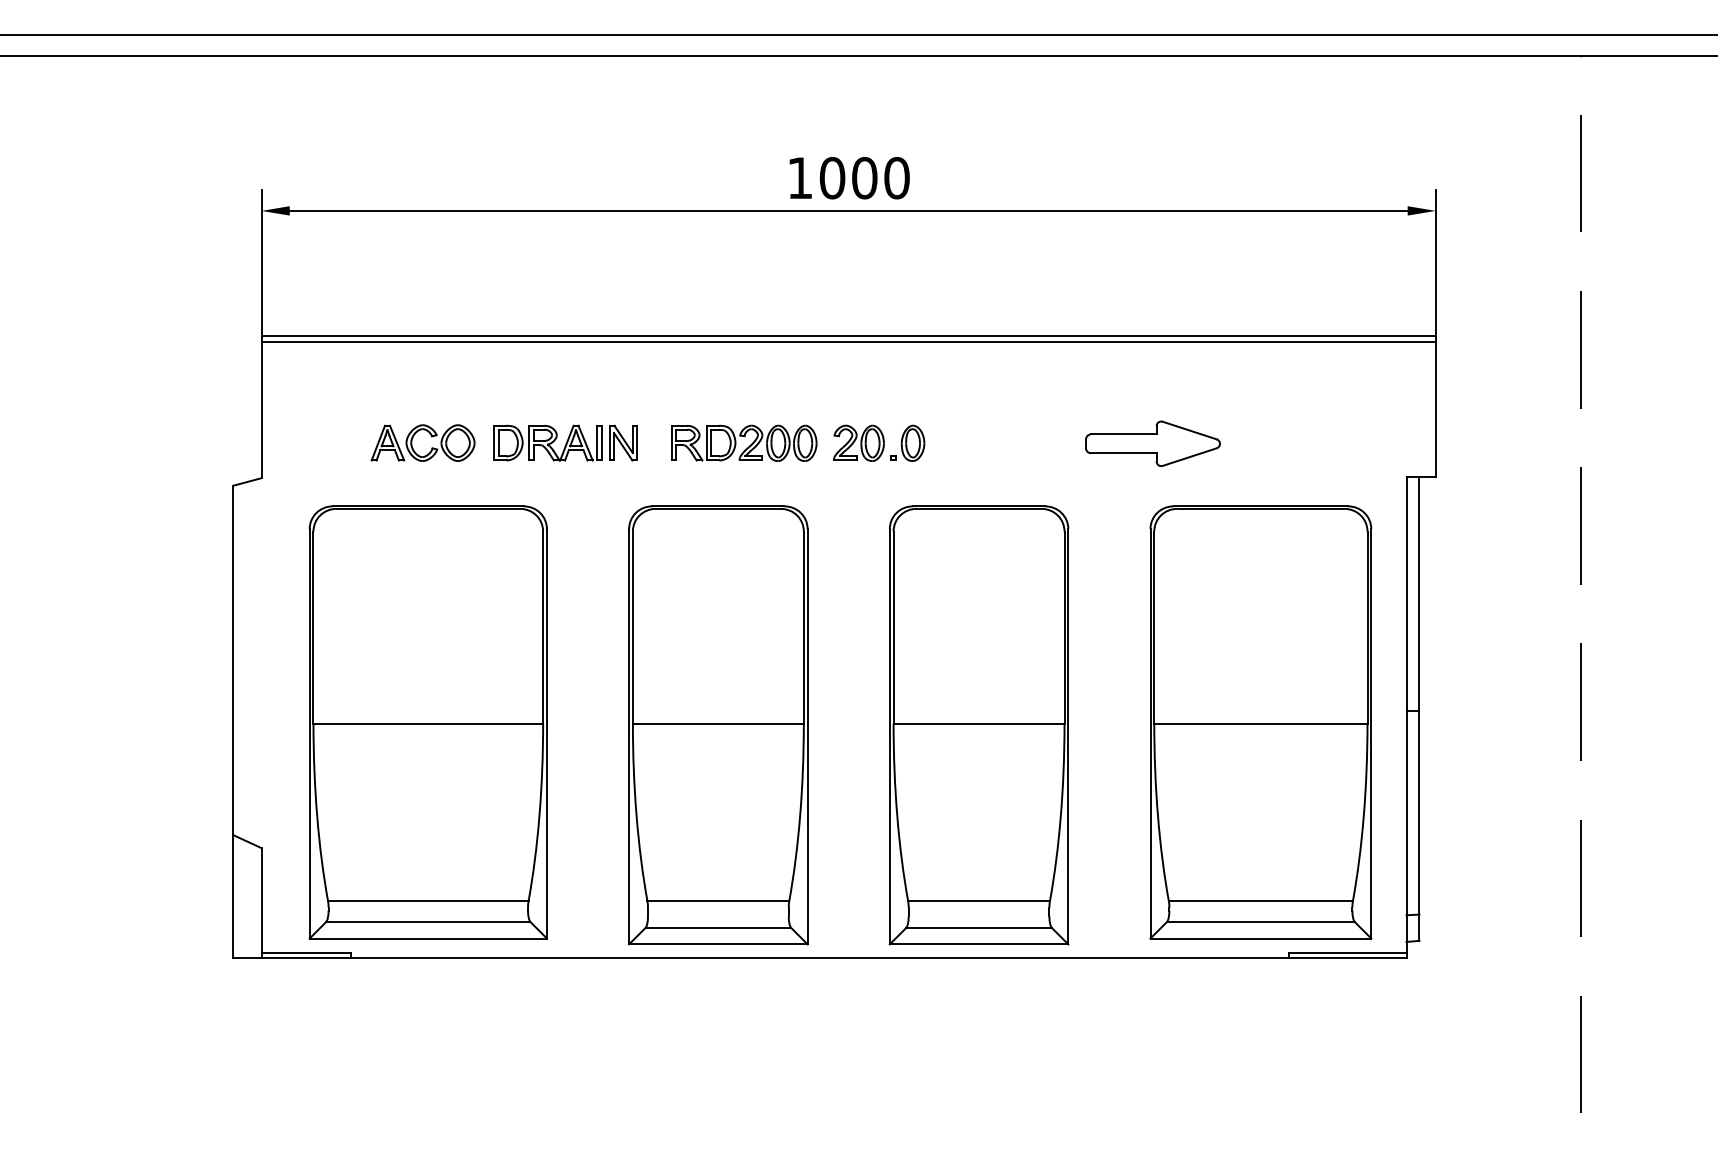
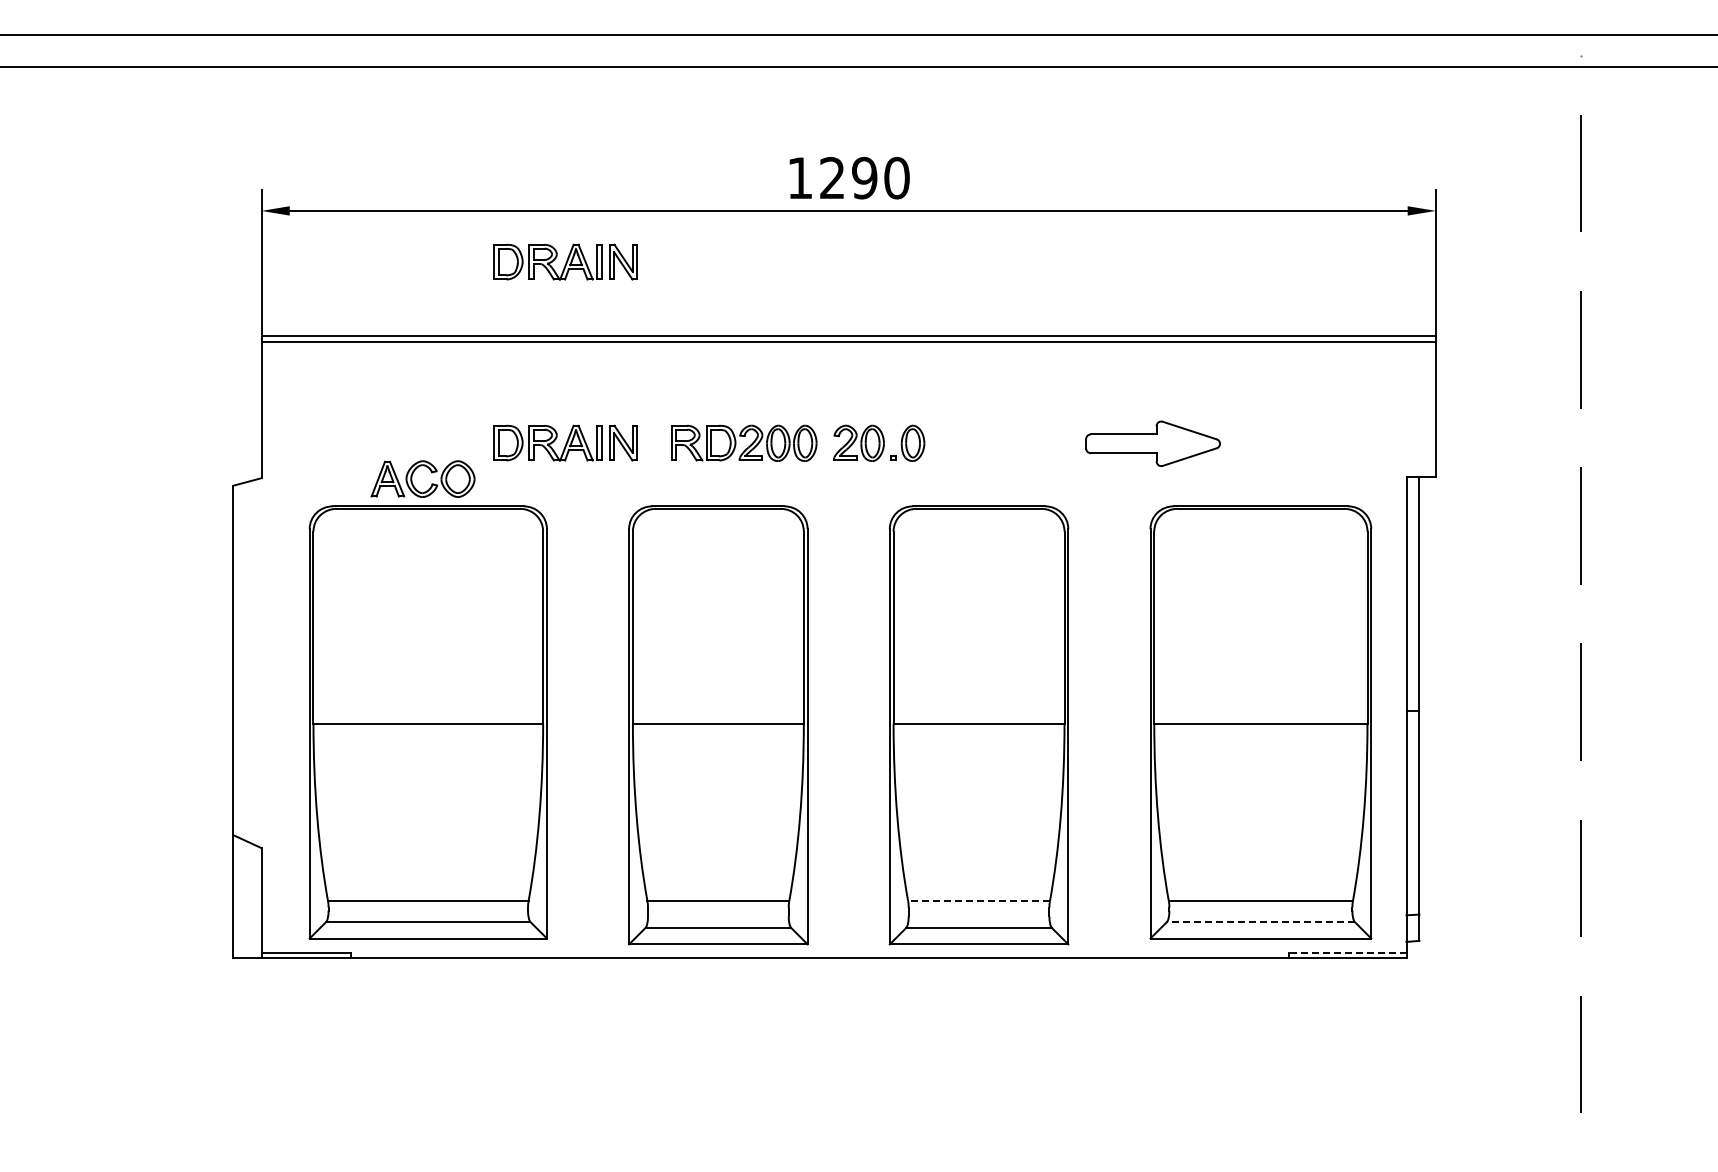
line at (858, 56) position: (858, 56) -> (858, 67)
text at (848, 178): 1000 -> 1290
part at (565, 261): none -> present
part at (413, 438) position: (413, 438) -> (413, 474)
line at (979, 901): solid -> dashed
line at (1260, 921): solid -> dashed
line at (1347, 952): solid -> dashed
